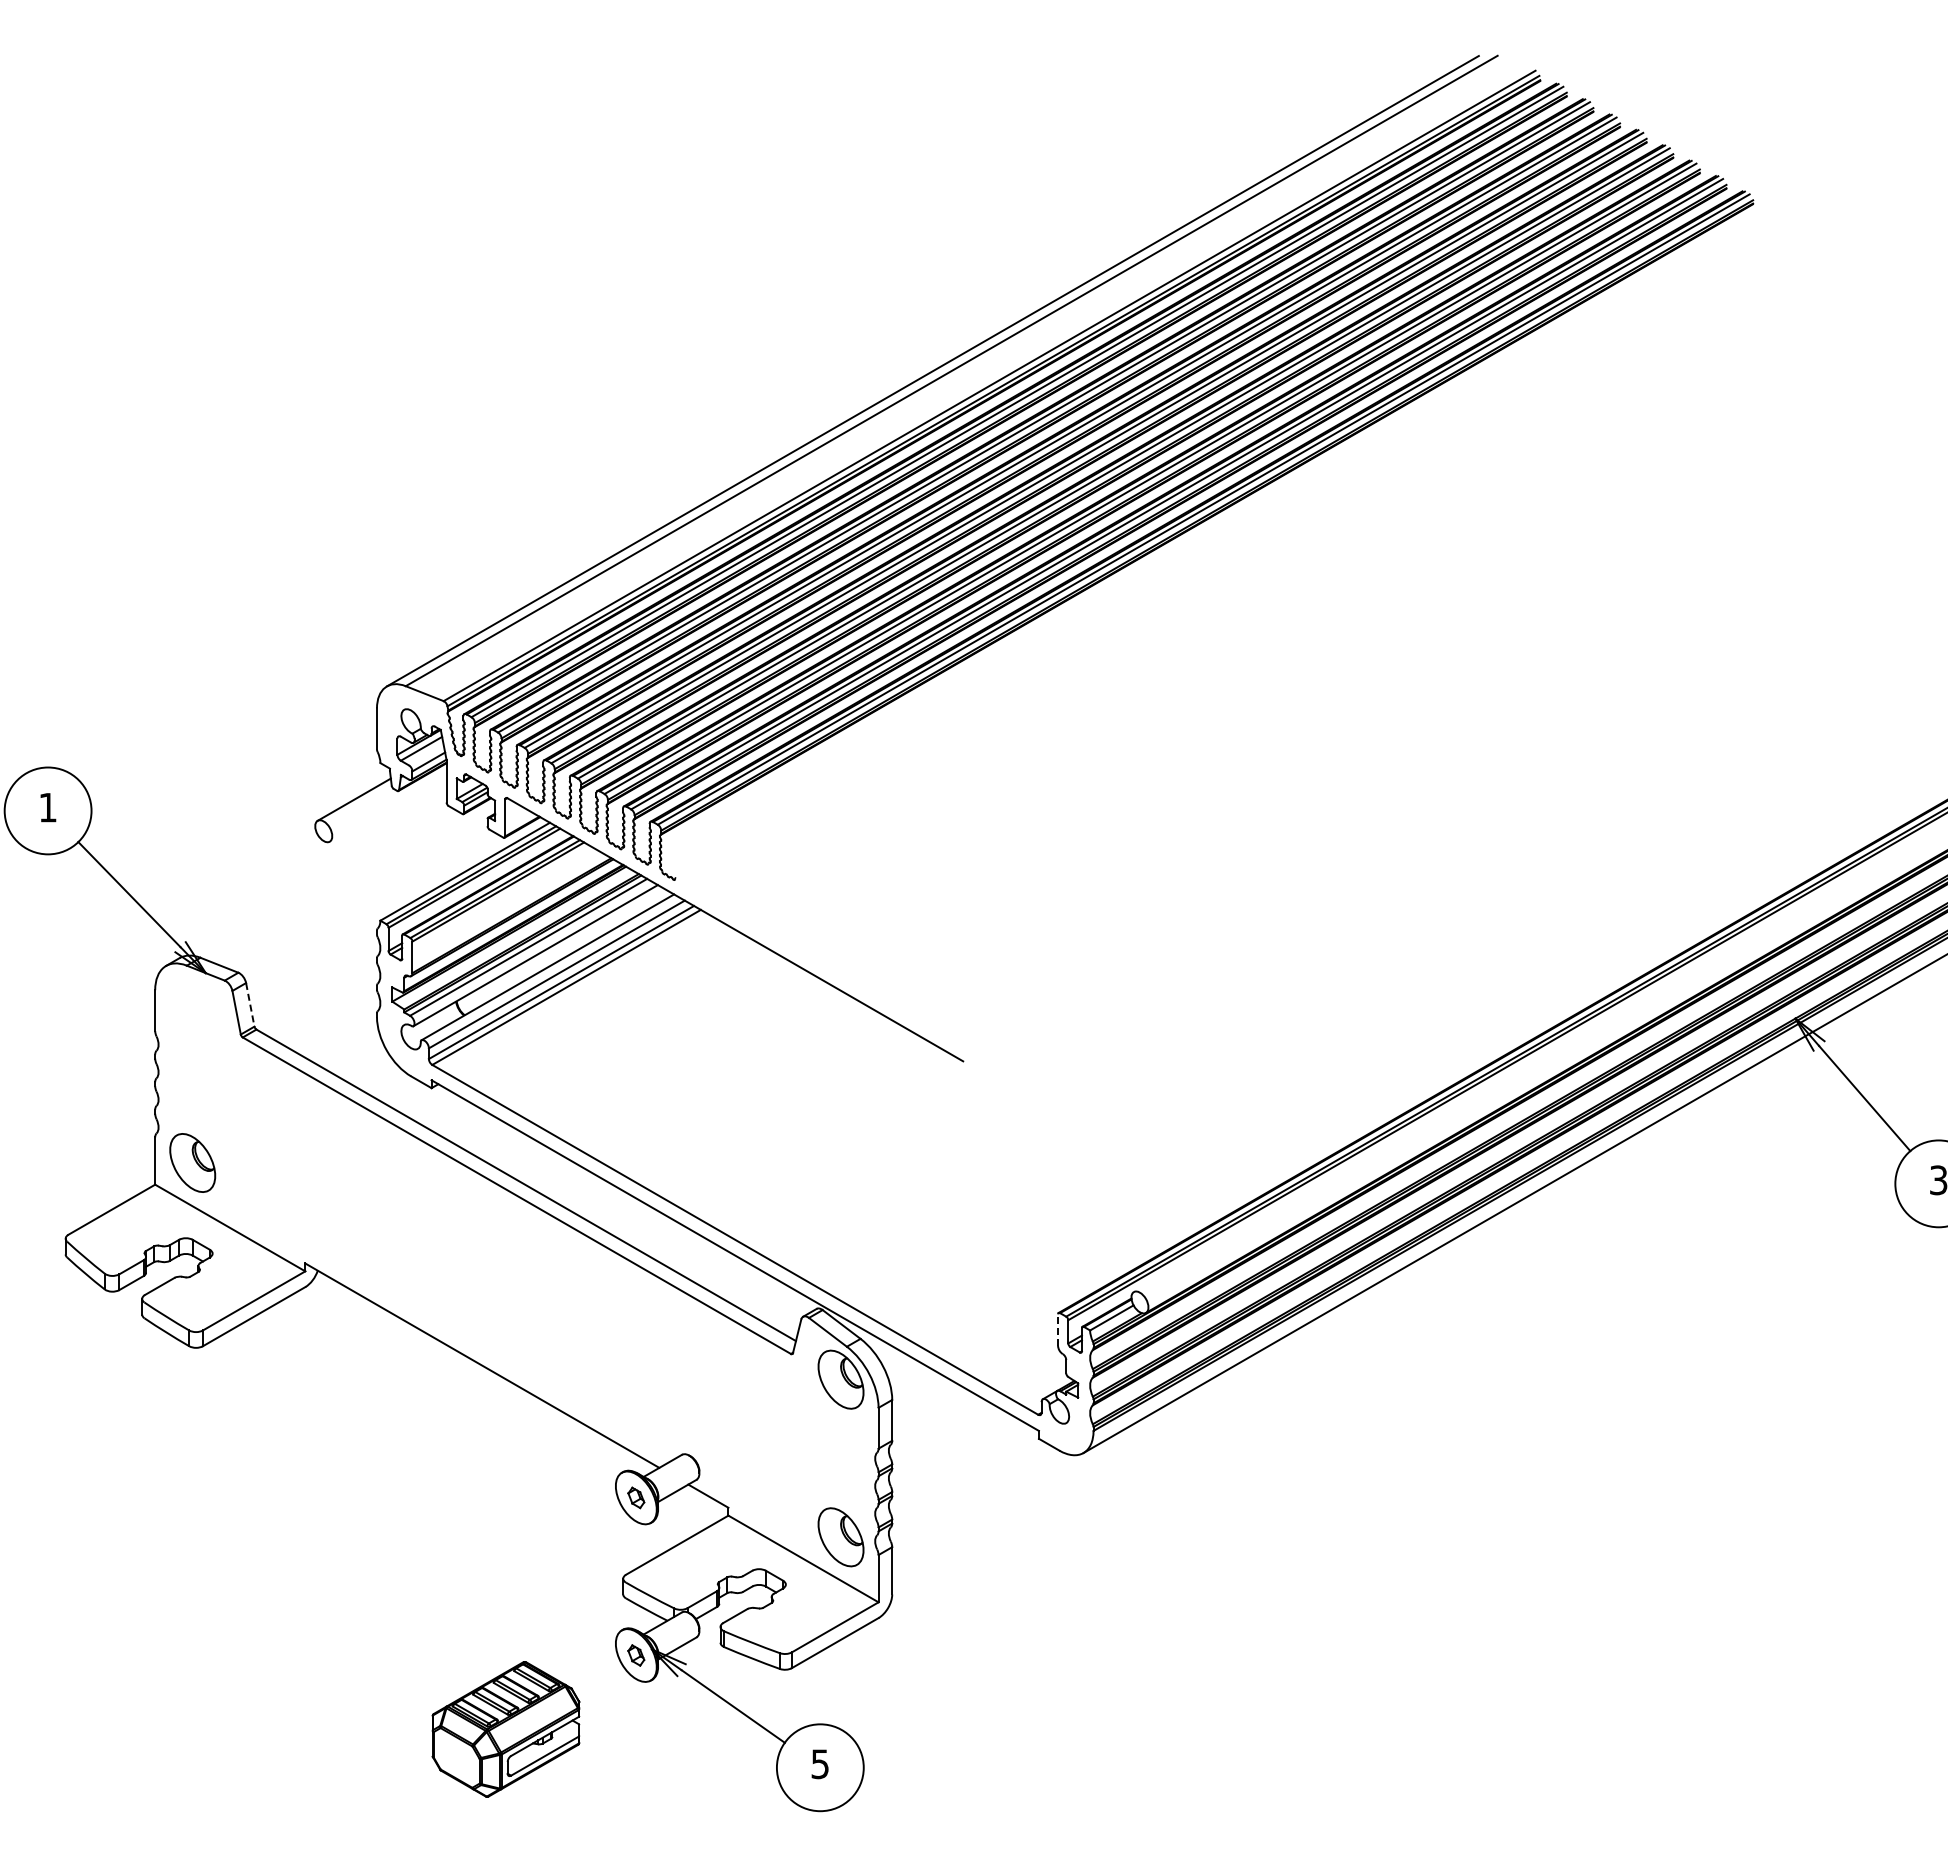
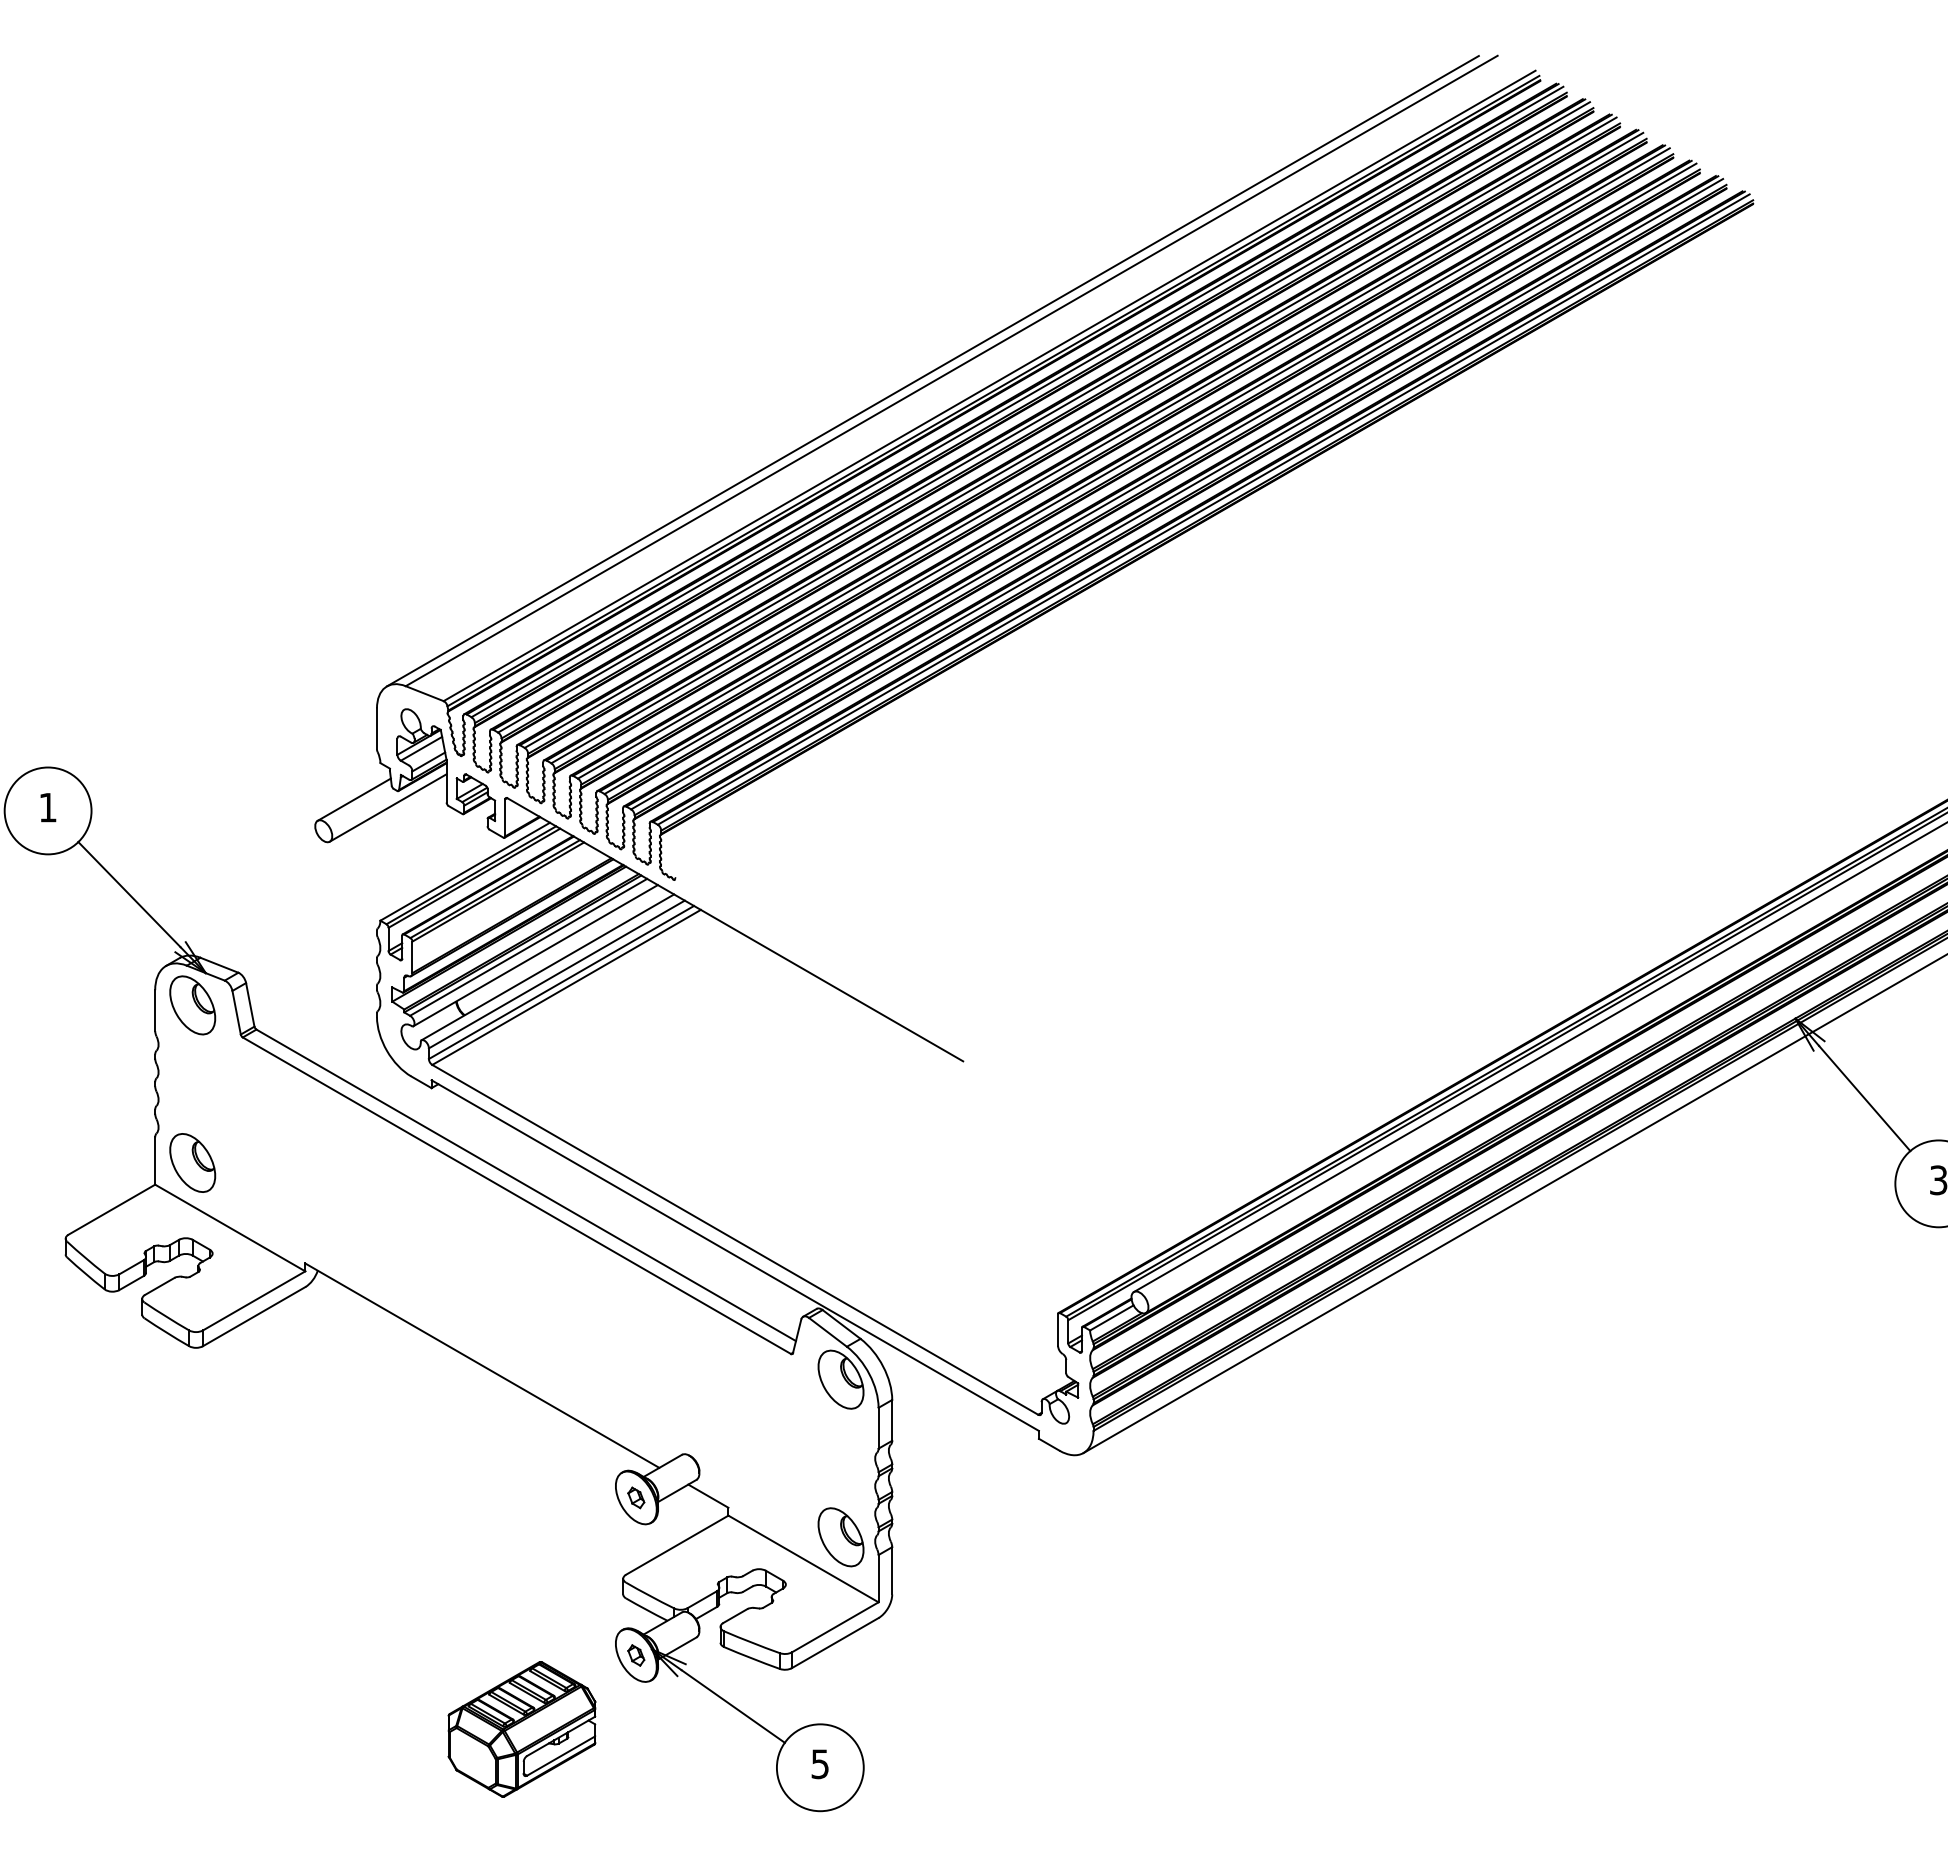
line at (387, 807): none -> present
part at (192, 1005): none -> present
line at (250, 1005): dashed -> solid
line at (1538, 1057): none -> present
line at (1058, 1330): dashed -> solid
part at (505, 1729) position: (505, 1729) -> (521, 1729)
